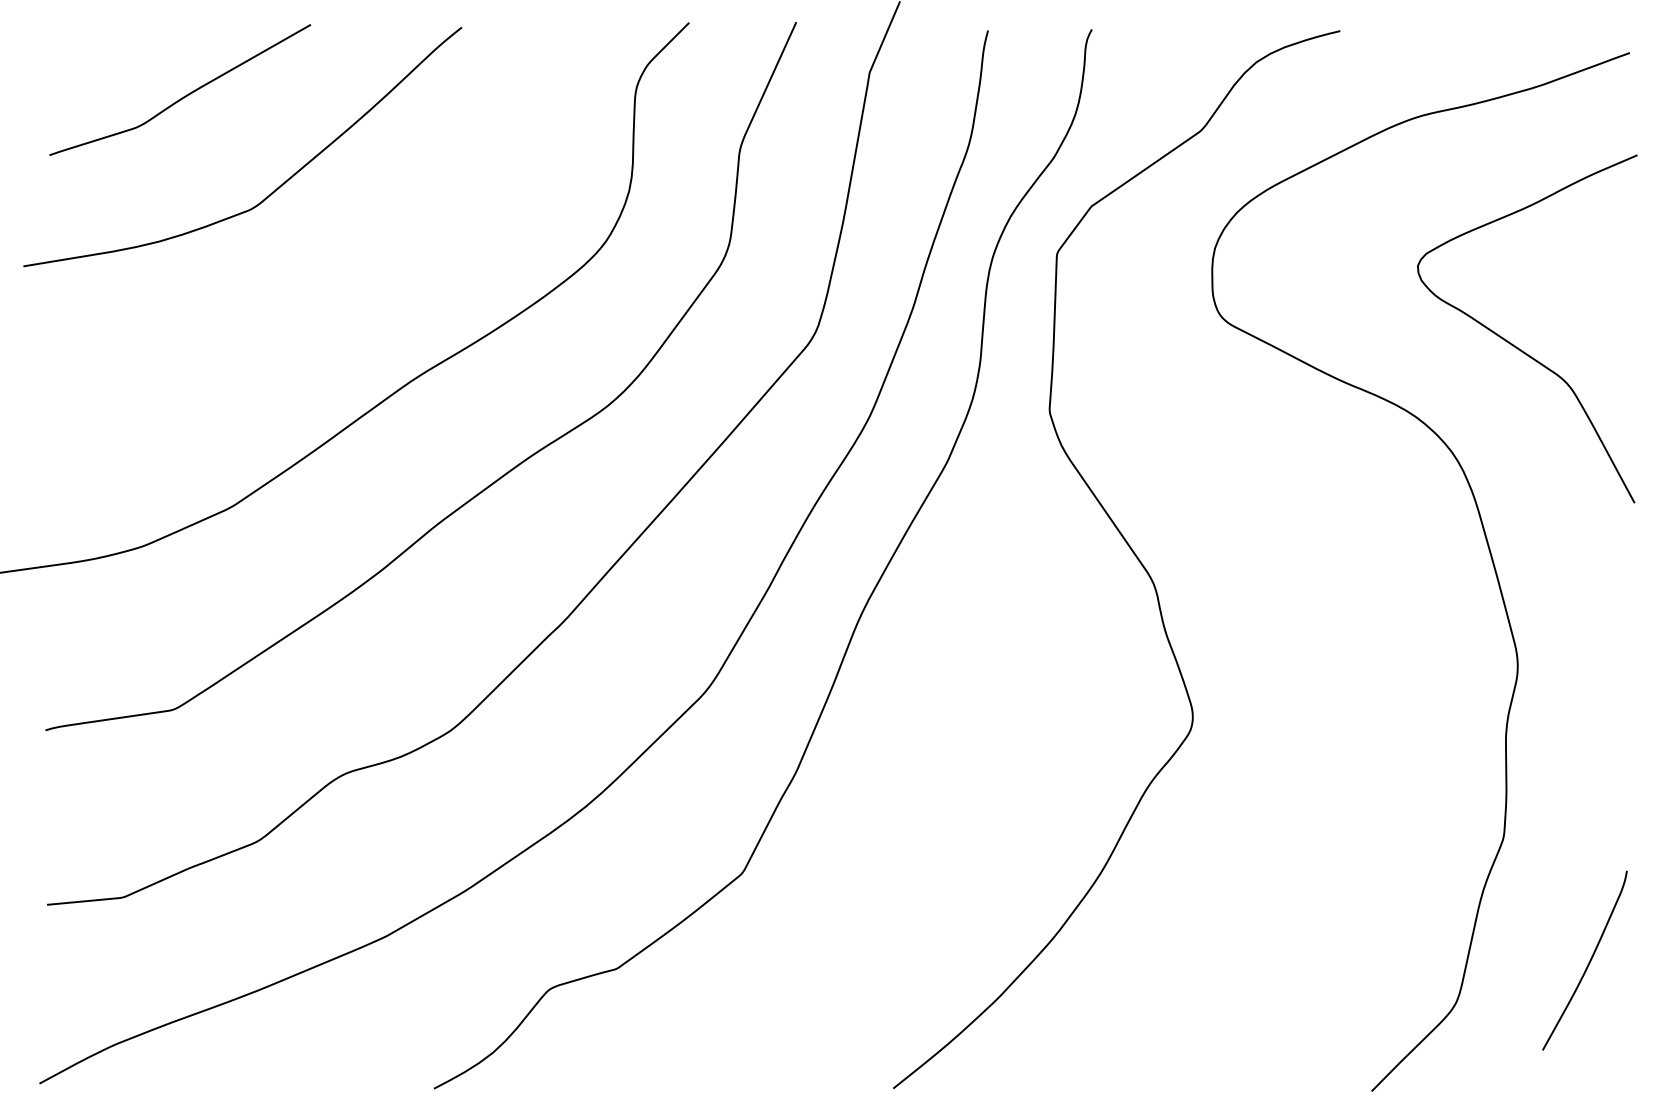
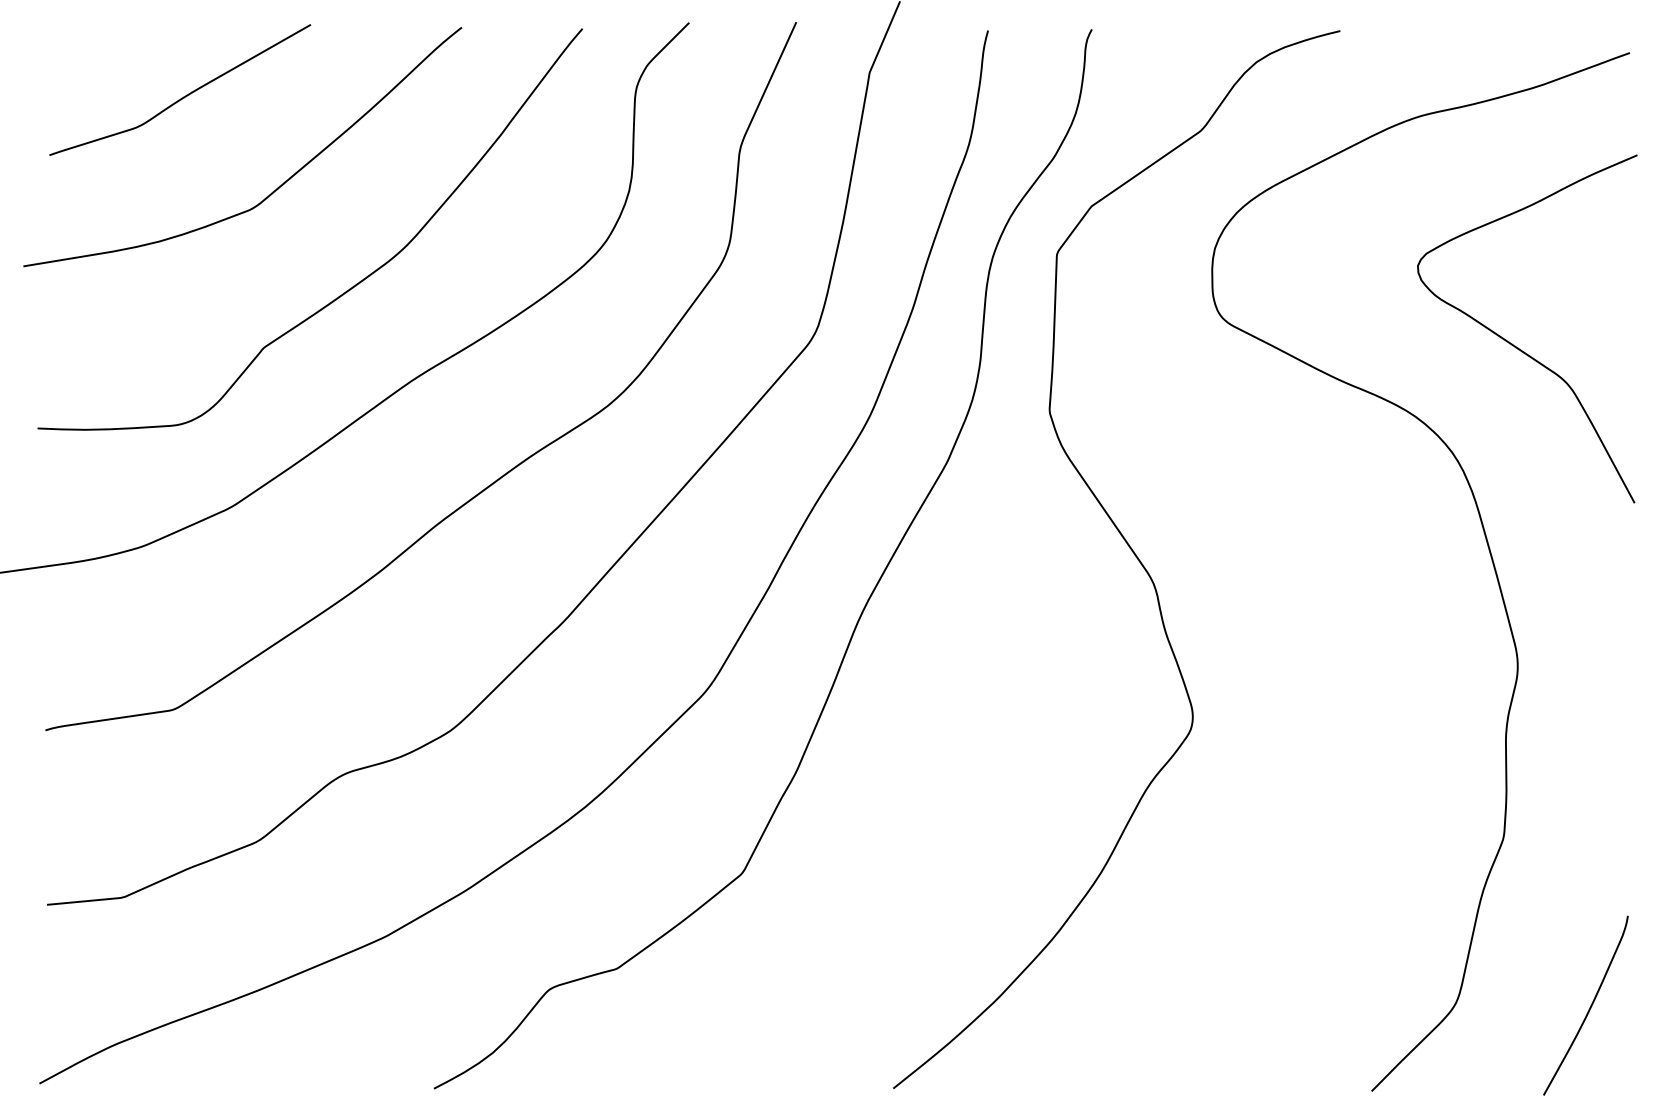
curve at (353, 285): none -> present
curve at (1588, 962) position: (1588, 962) -> (1589, 1007)
